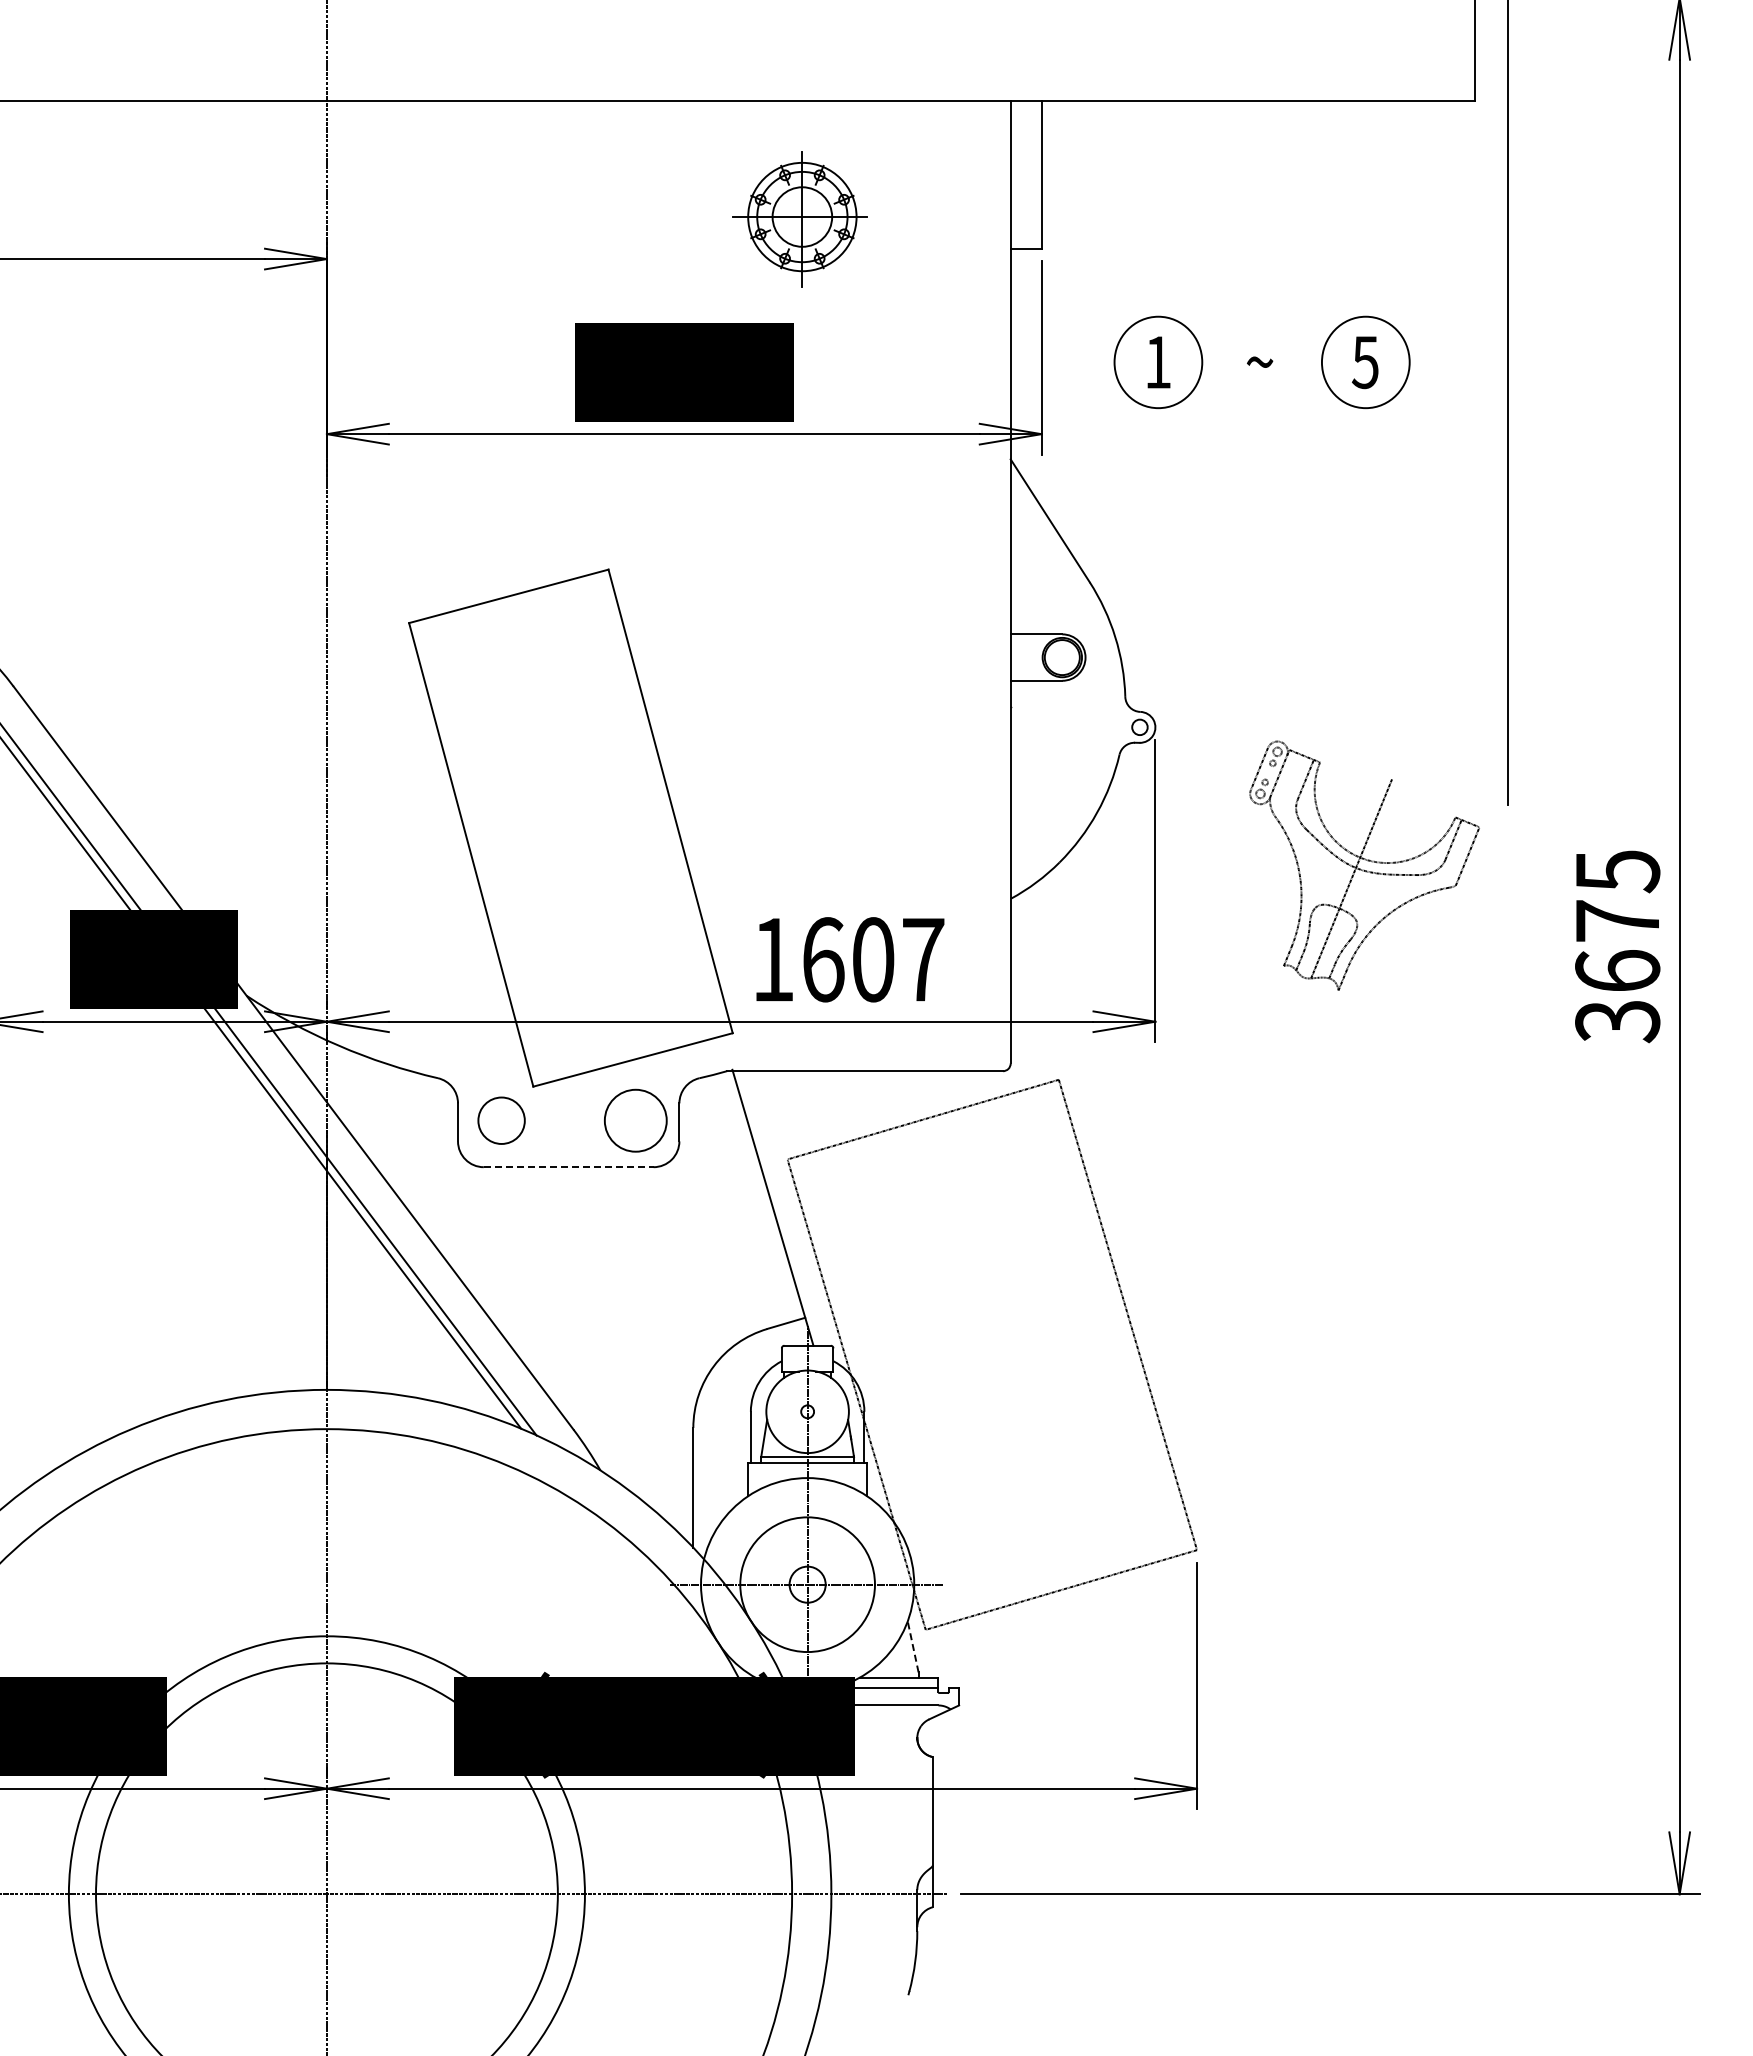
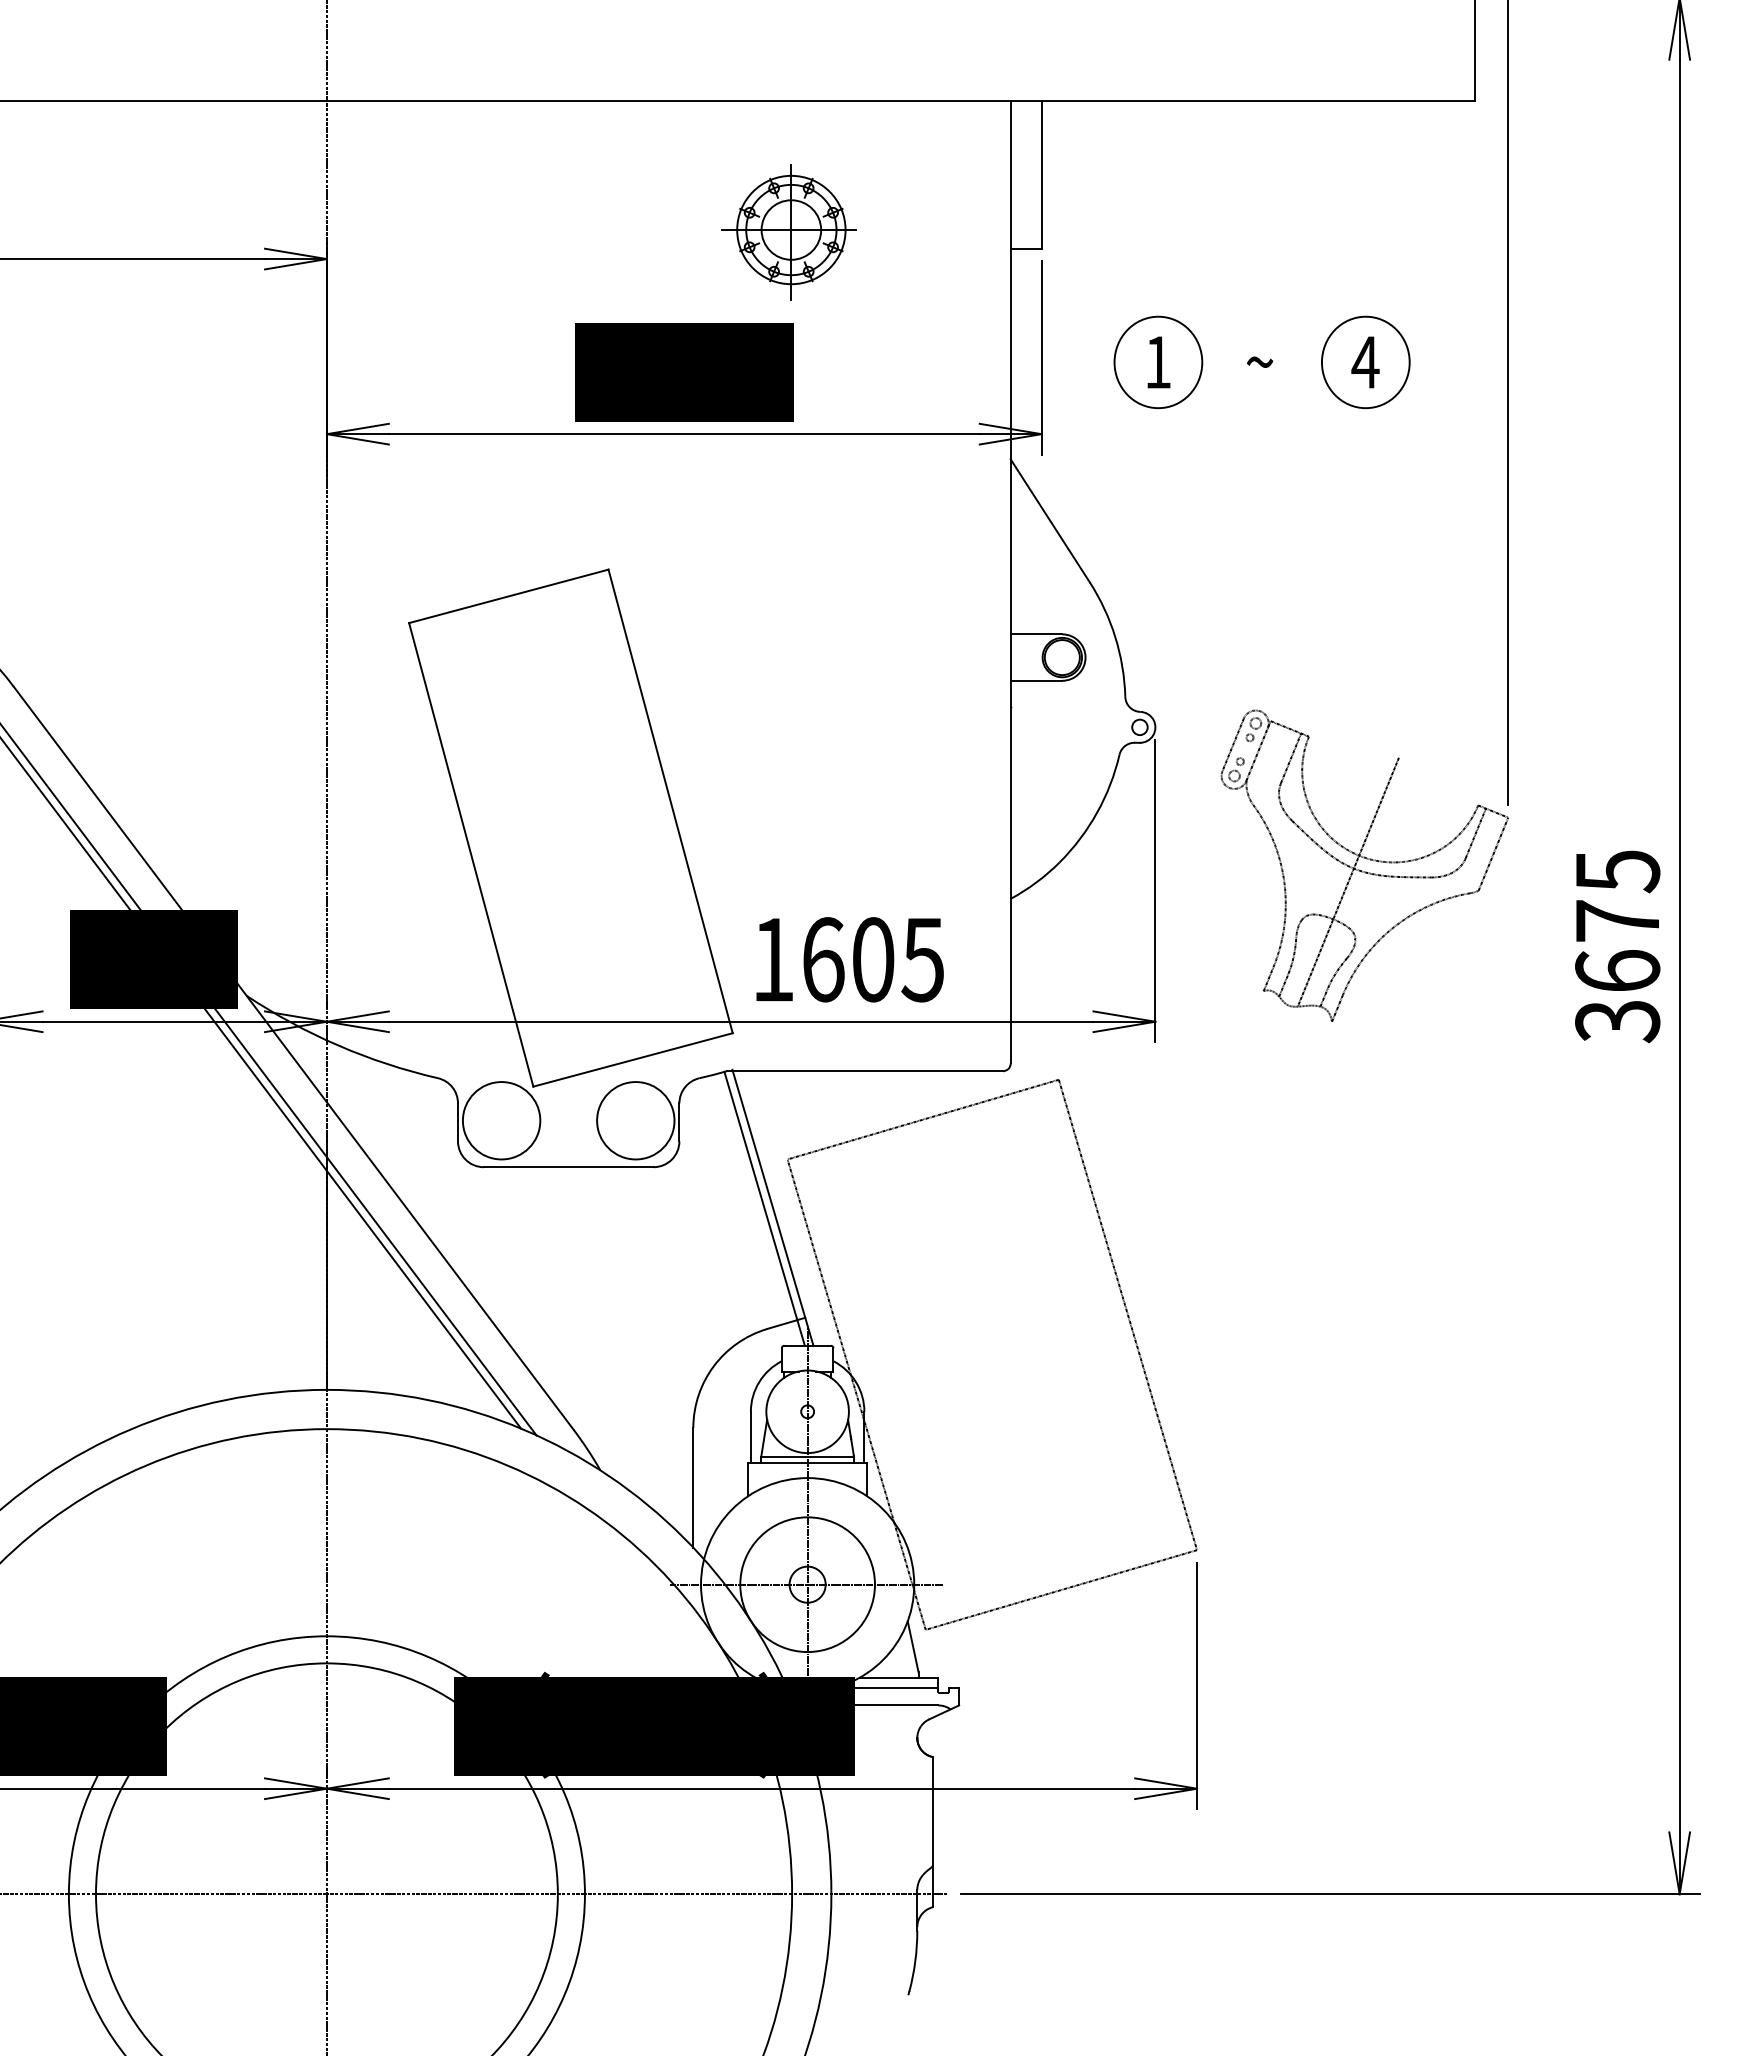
part at (799, 219) position: (799, 219) -> (788, 232)
text at (1365, 362): 5 -> 4
part at (1364, 865) size: 231x251 px -> 289x313 px
text at (922, 960): 1607 -> 1605
circle at (501, 1120) diameter: 46 px -> 77 px
circle at (635, 1120) diameter: 62 px -> 77 px
line at (568, 1167): dashed -> solid
line at (764, 1208): none -> present
line at (913, 1646): dashed -> solid
